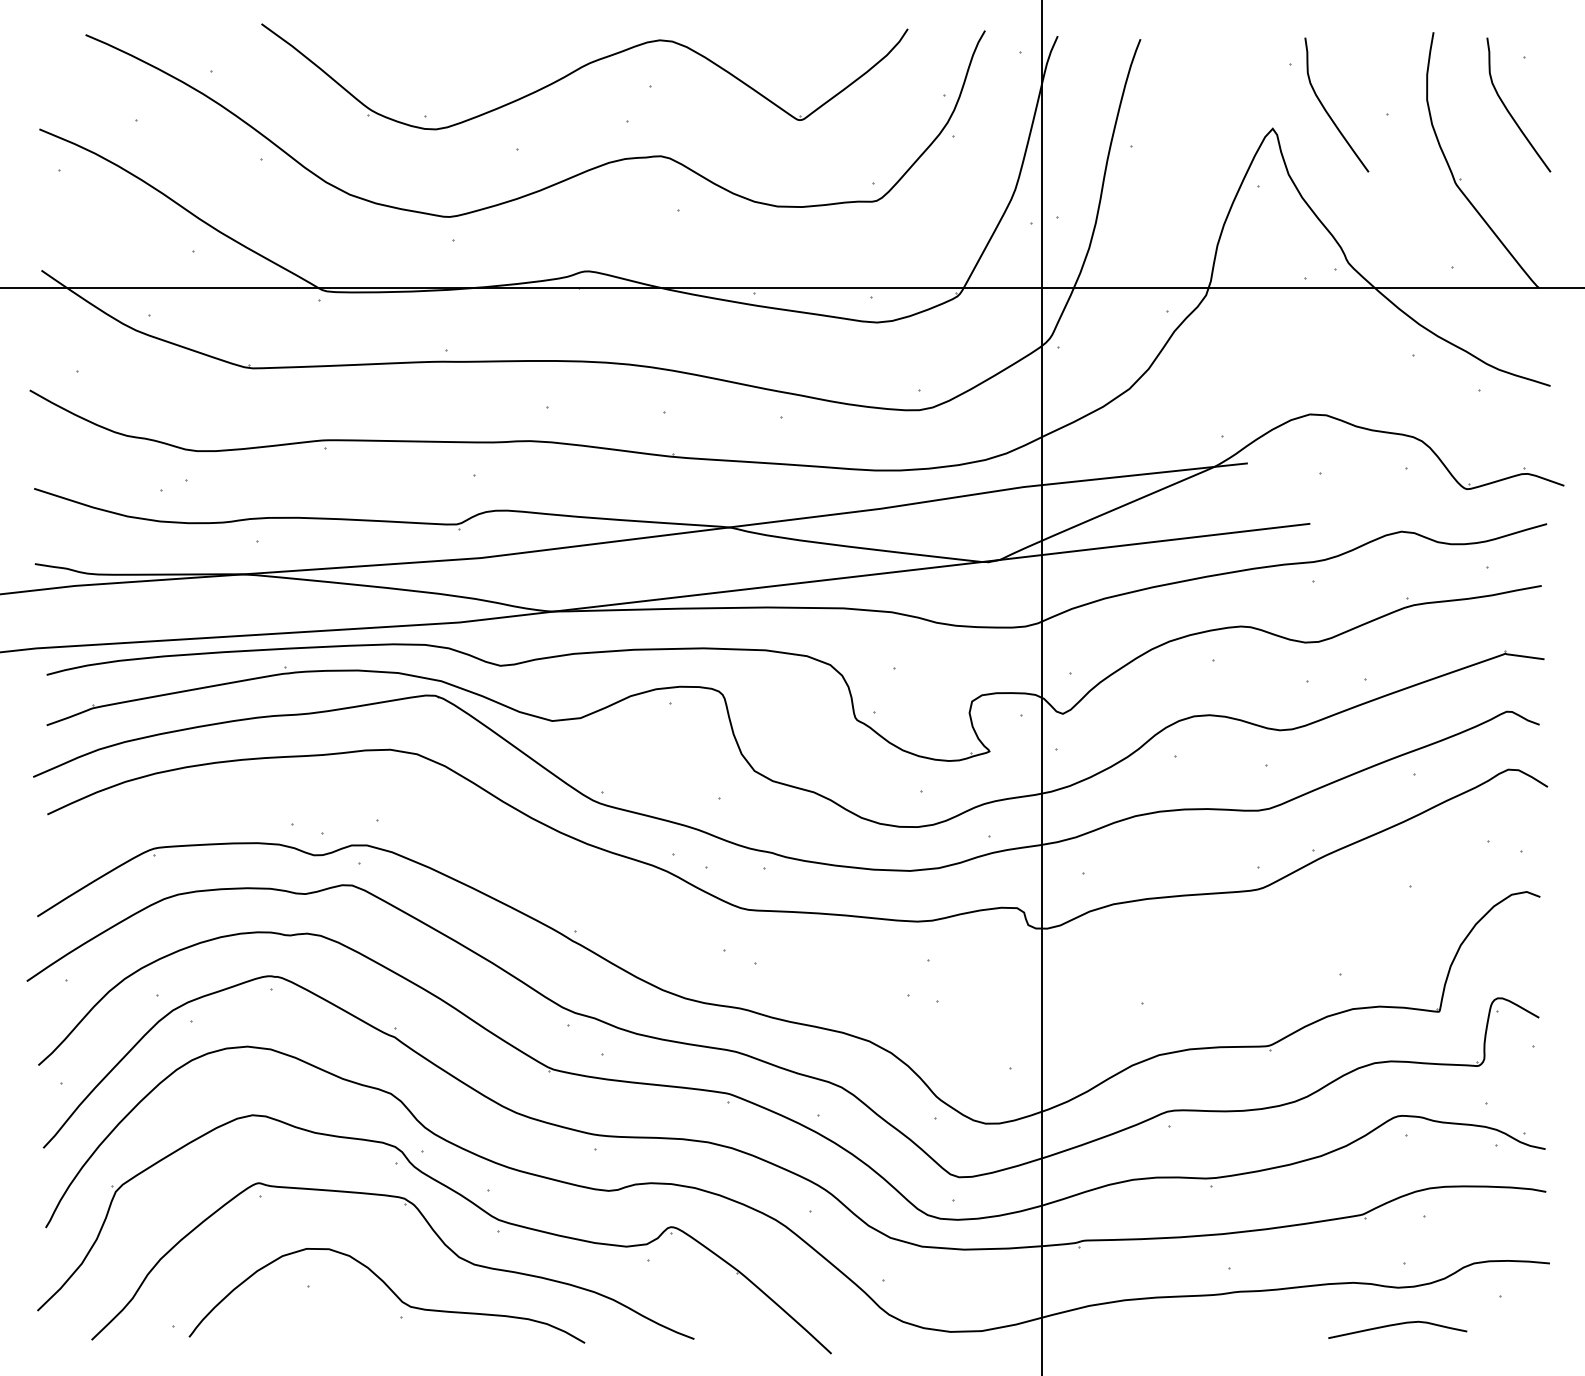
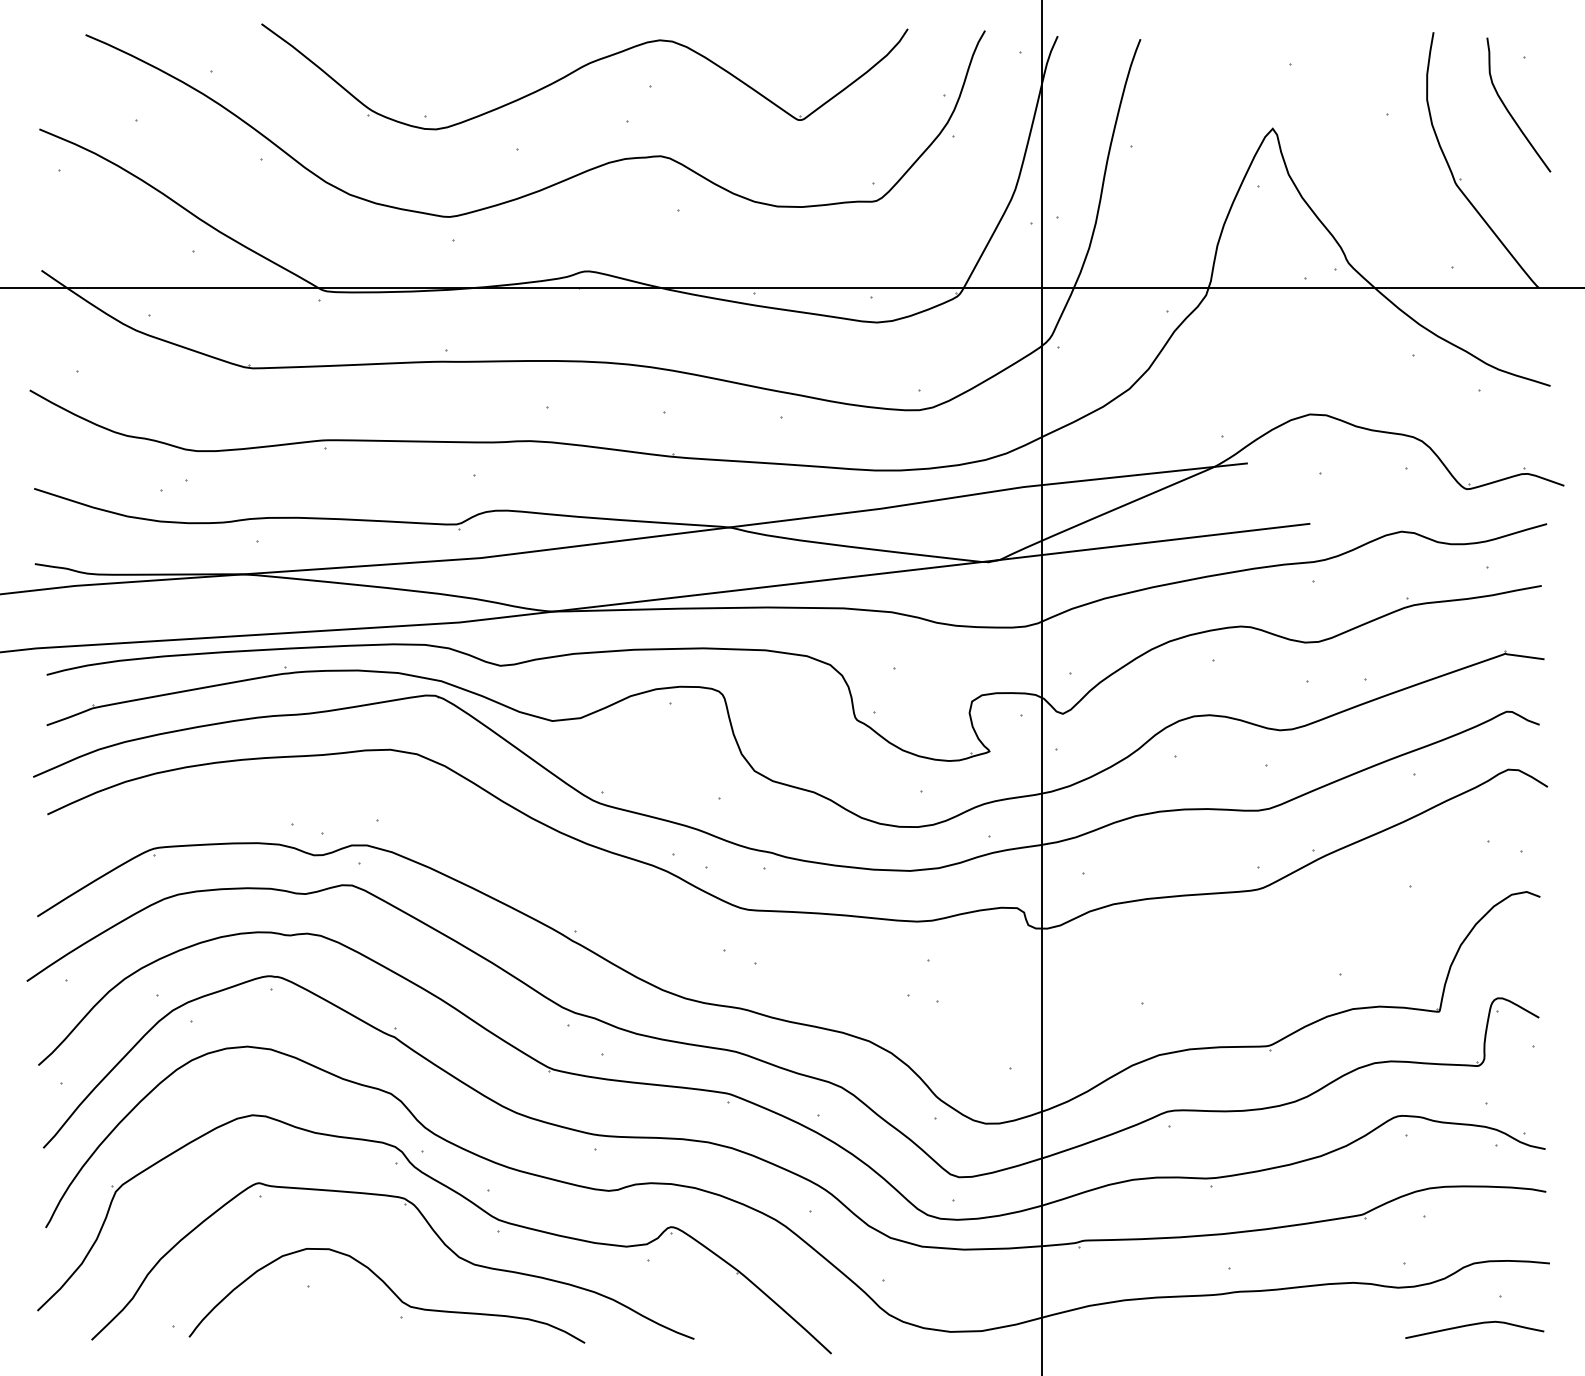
curve at (1326, 109): present -> none
curve at (1397, 1325) position: (1397, 1325) -> (1474, 1325)
